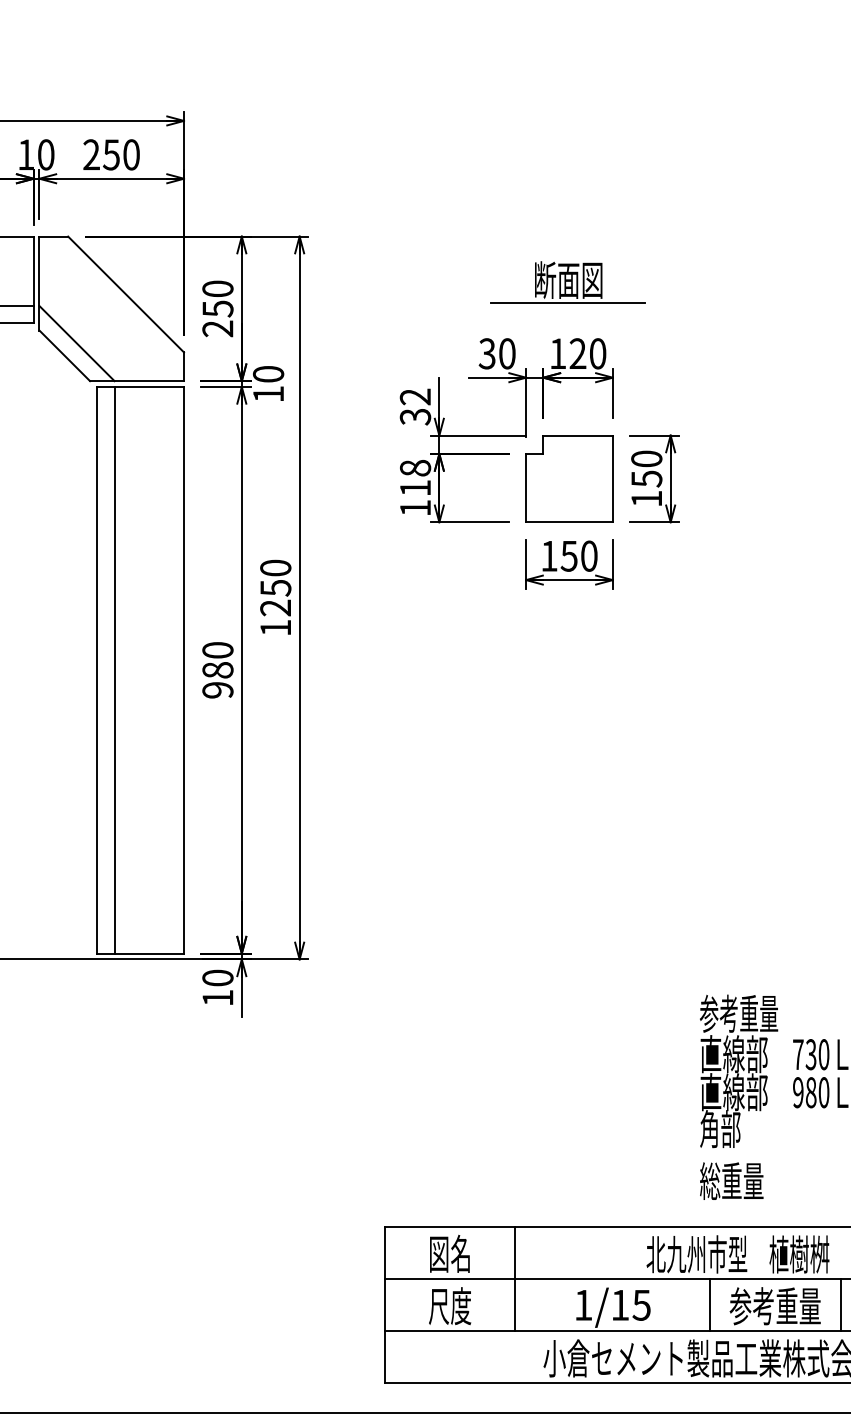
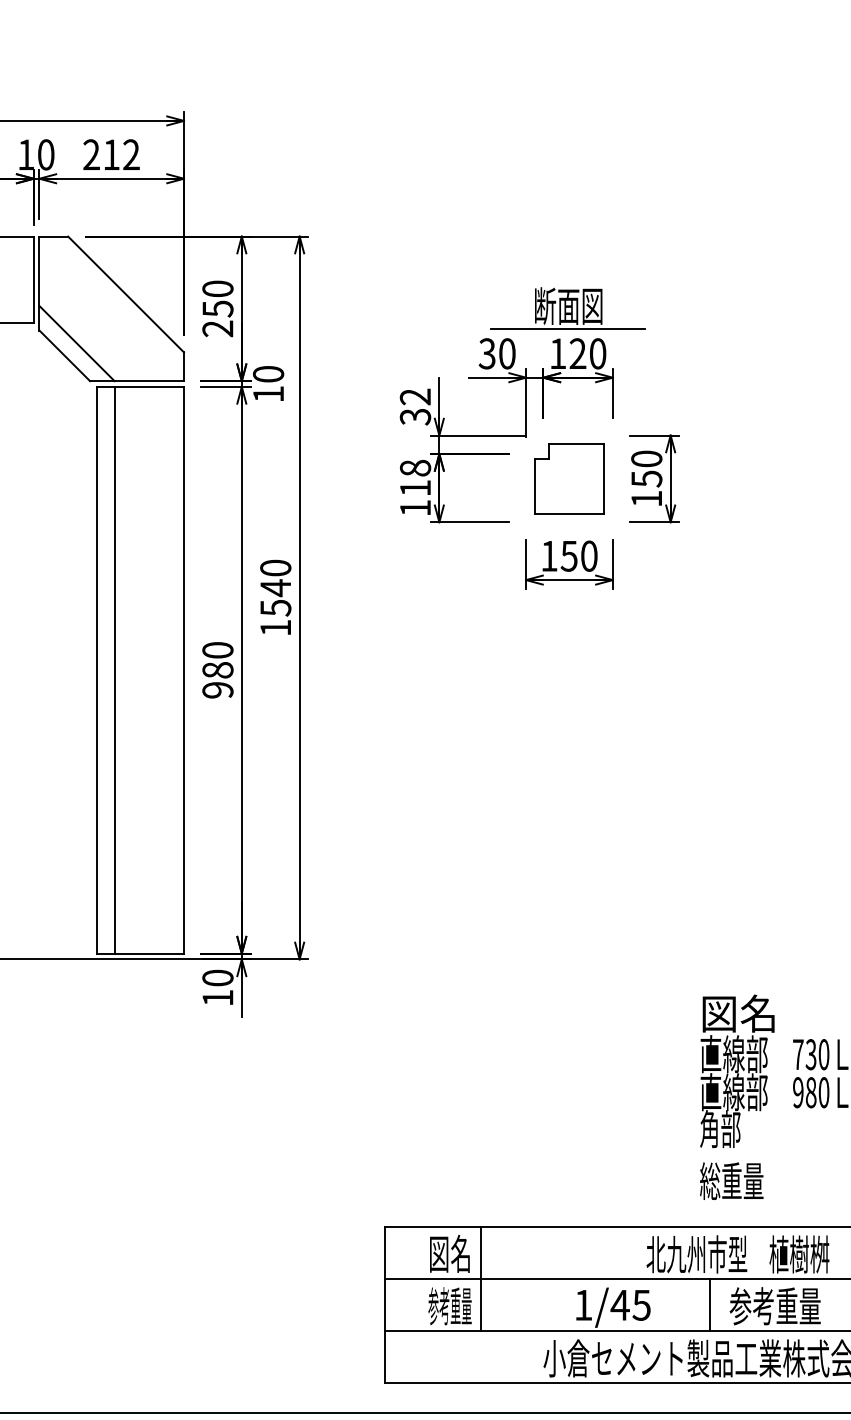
text at (120, 154): 250 -> 212
part at (567, 282) position: (567, 282) -> (567, 308)
line at (17, 305): present -> none
part at (569, 478) size: 89x88 px -> 71x72 px
text at (275, 597): 1250 -> 1540
text at (739, 1013): 参考重量 -> 図名
line at (515, 1278) position: (515, 1278) -> (481, 1278)
line at (840, 1304): present -> none
text at (619, 1305): 1/15 -> 1/45
text at (449, 1306): 尺度 -> 参考重量
